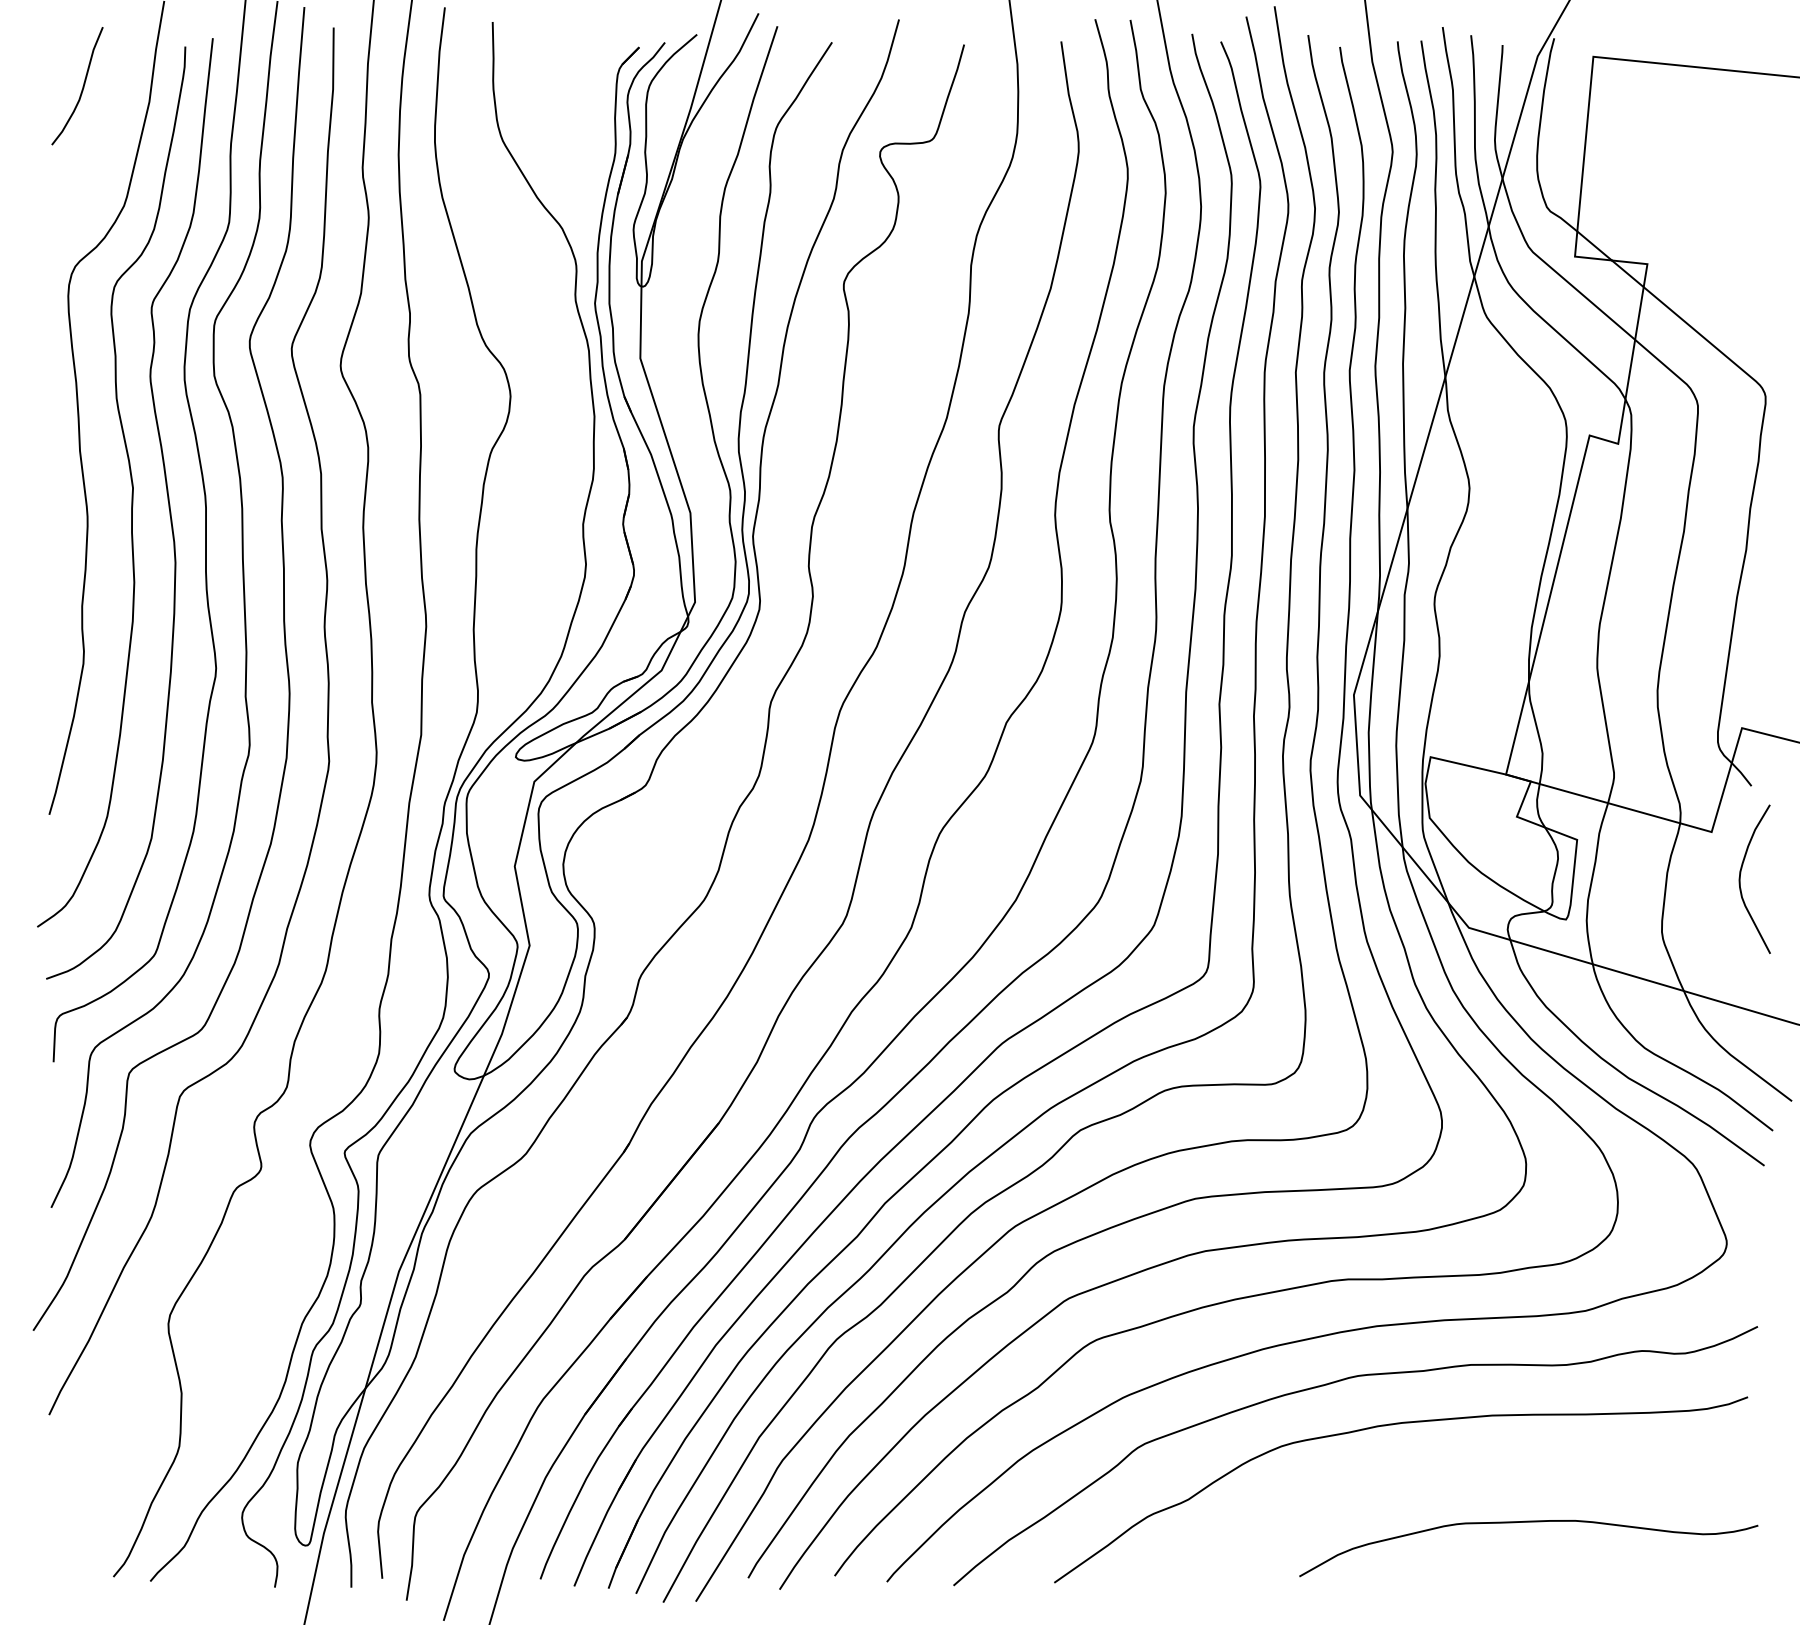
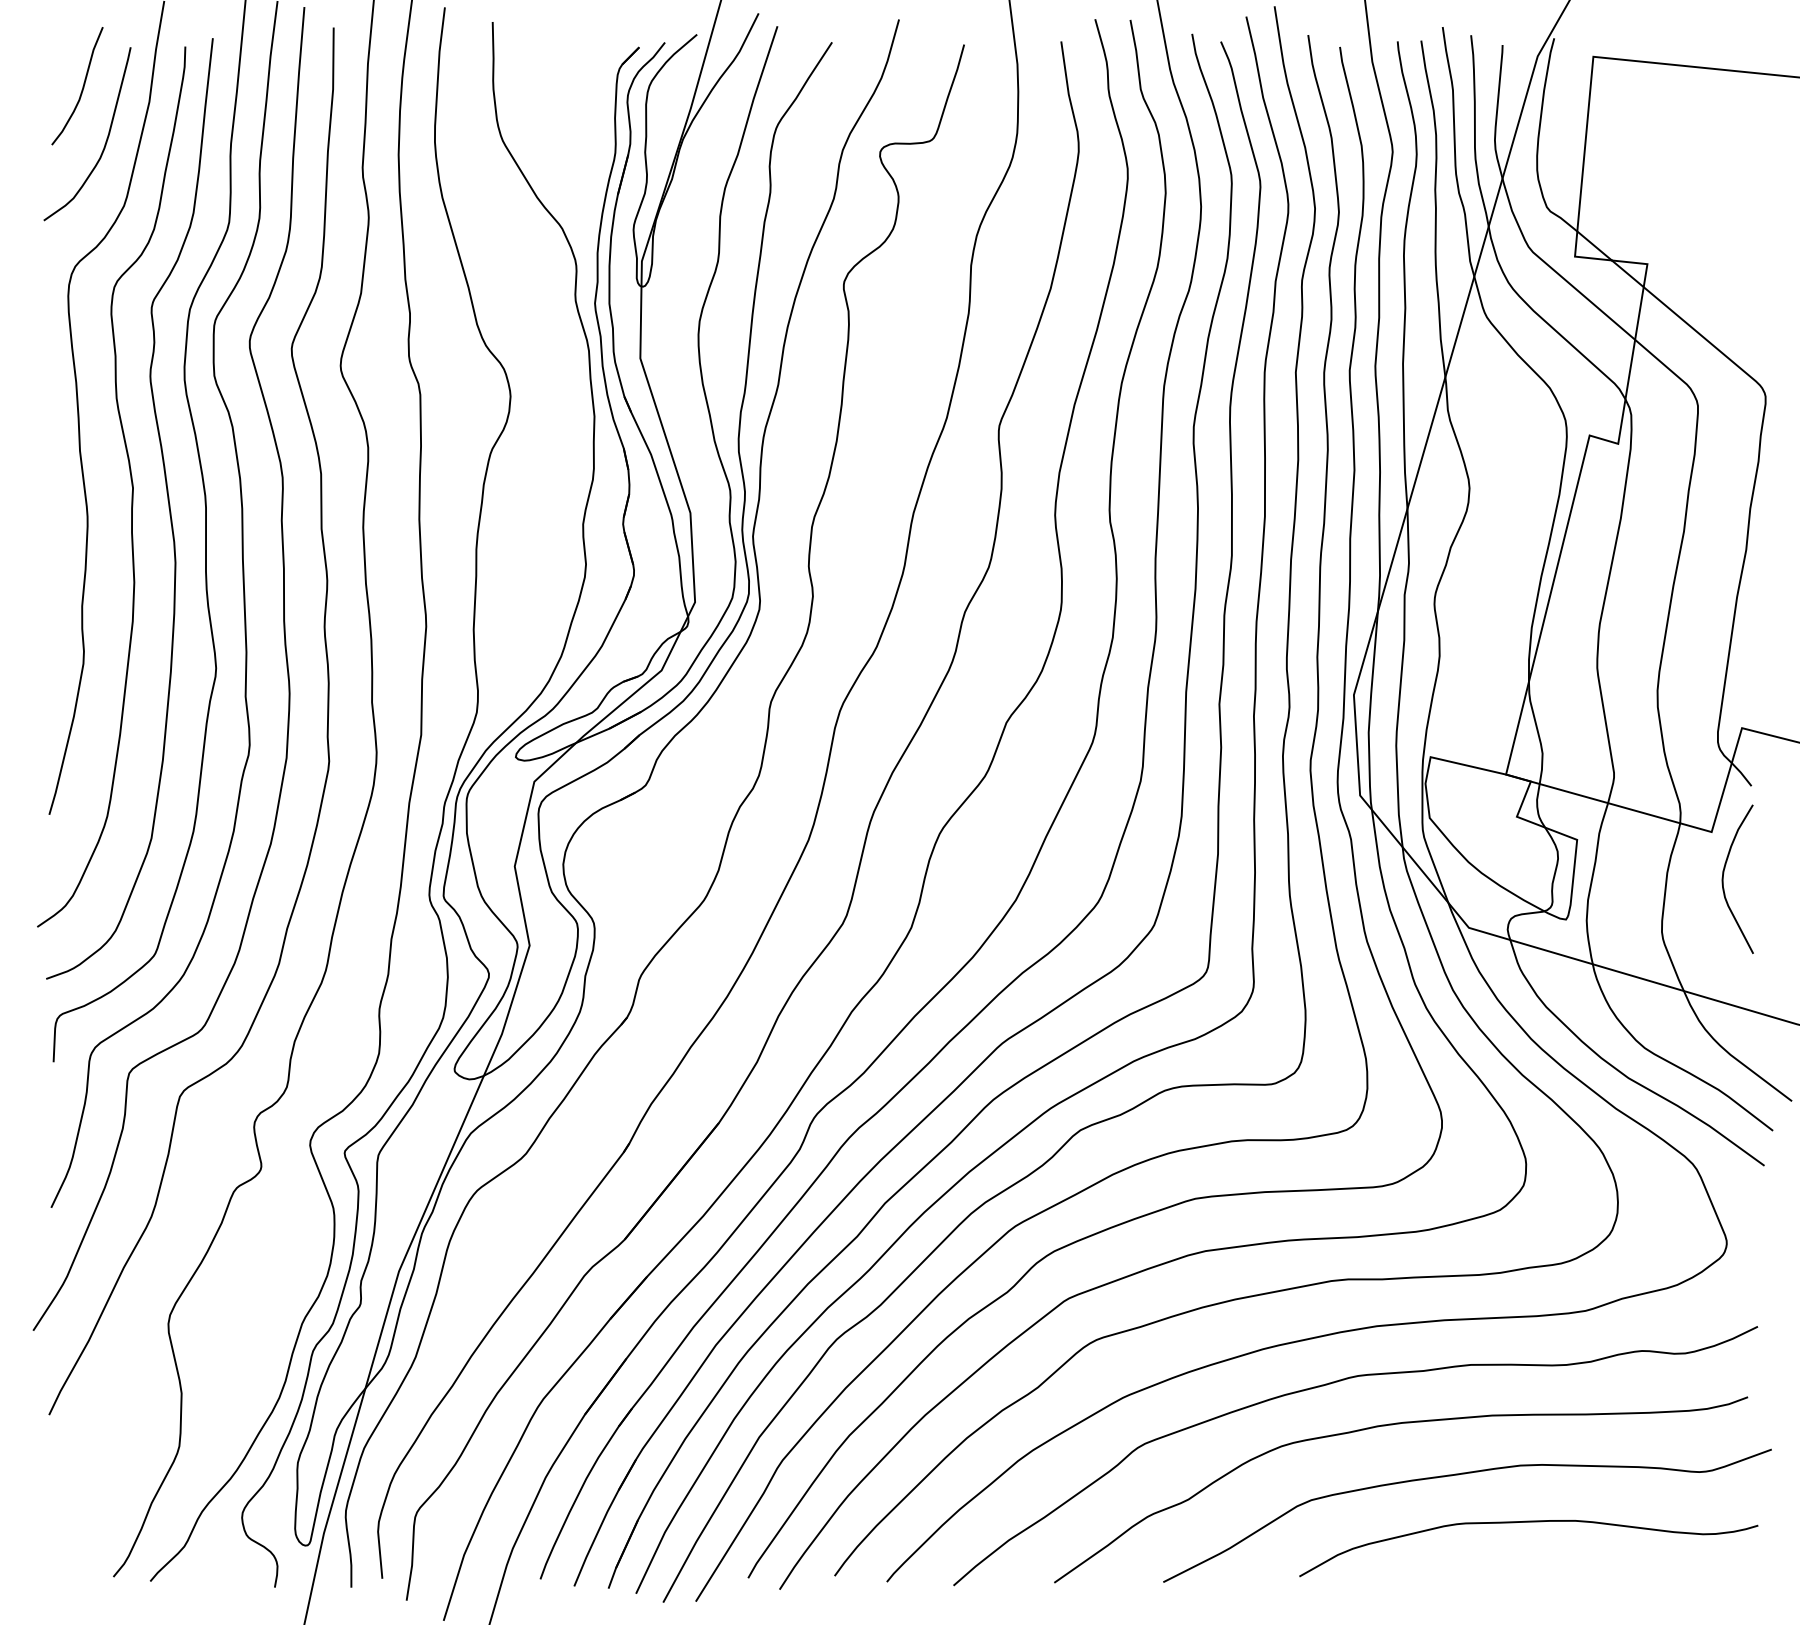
curve at (105, 141): none -> present
curve at (1741, 873) position: (1741, 873) -> (1724, 873)
curve at (1458, 1475): none -> present
